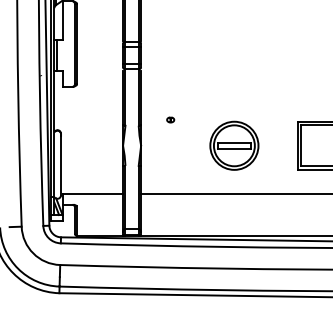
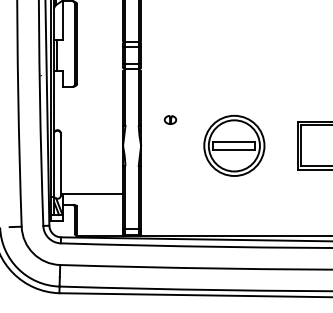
part at (170, 119) size: 10x8 px -> 15x10 px
part at (234, 145) size: 51x51 px -> 63x63 px
line at (235, 193): present -> none
